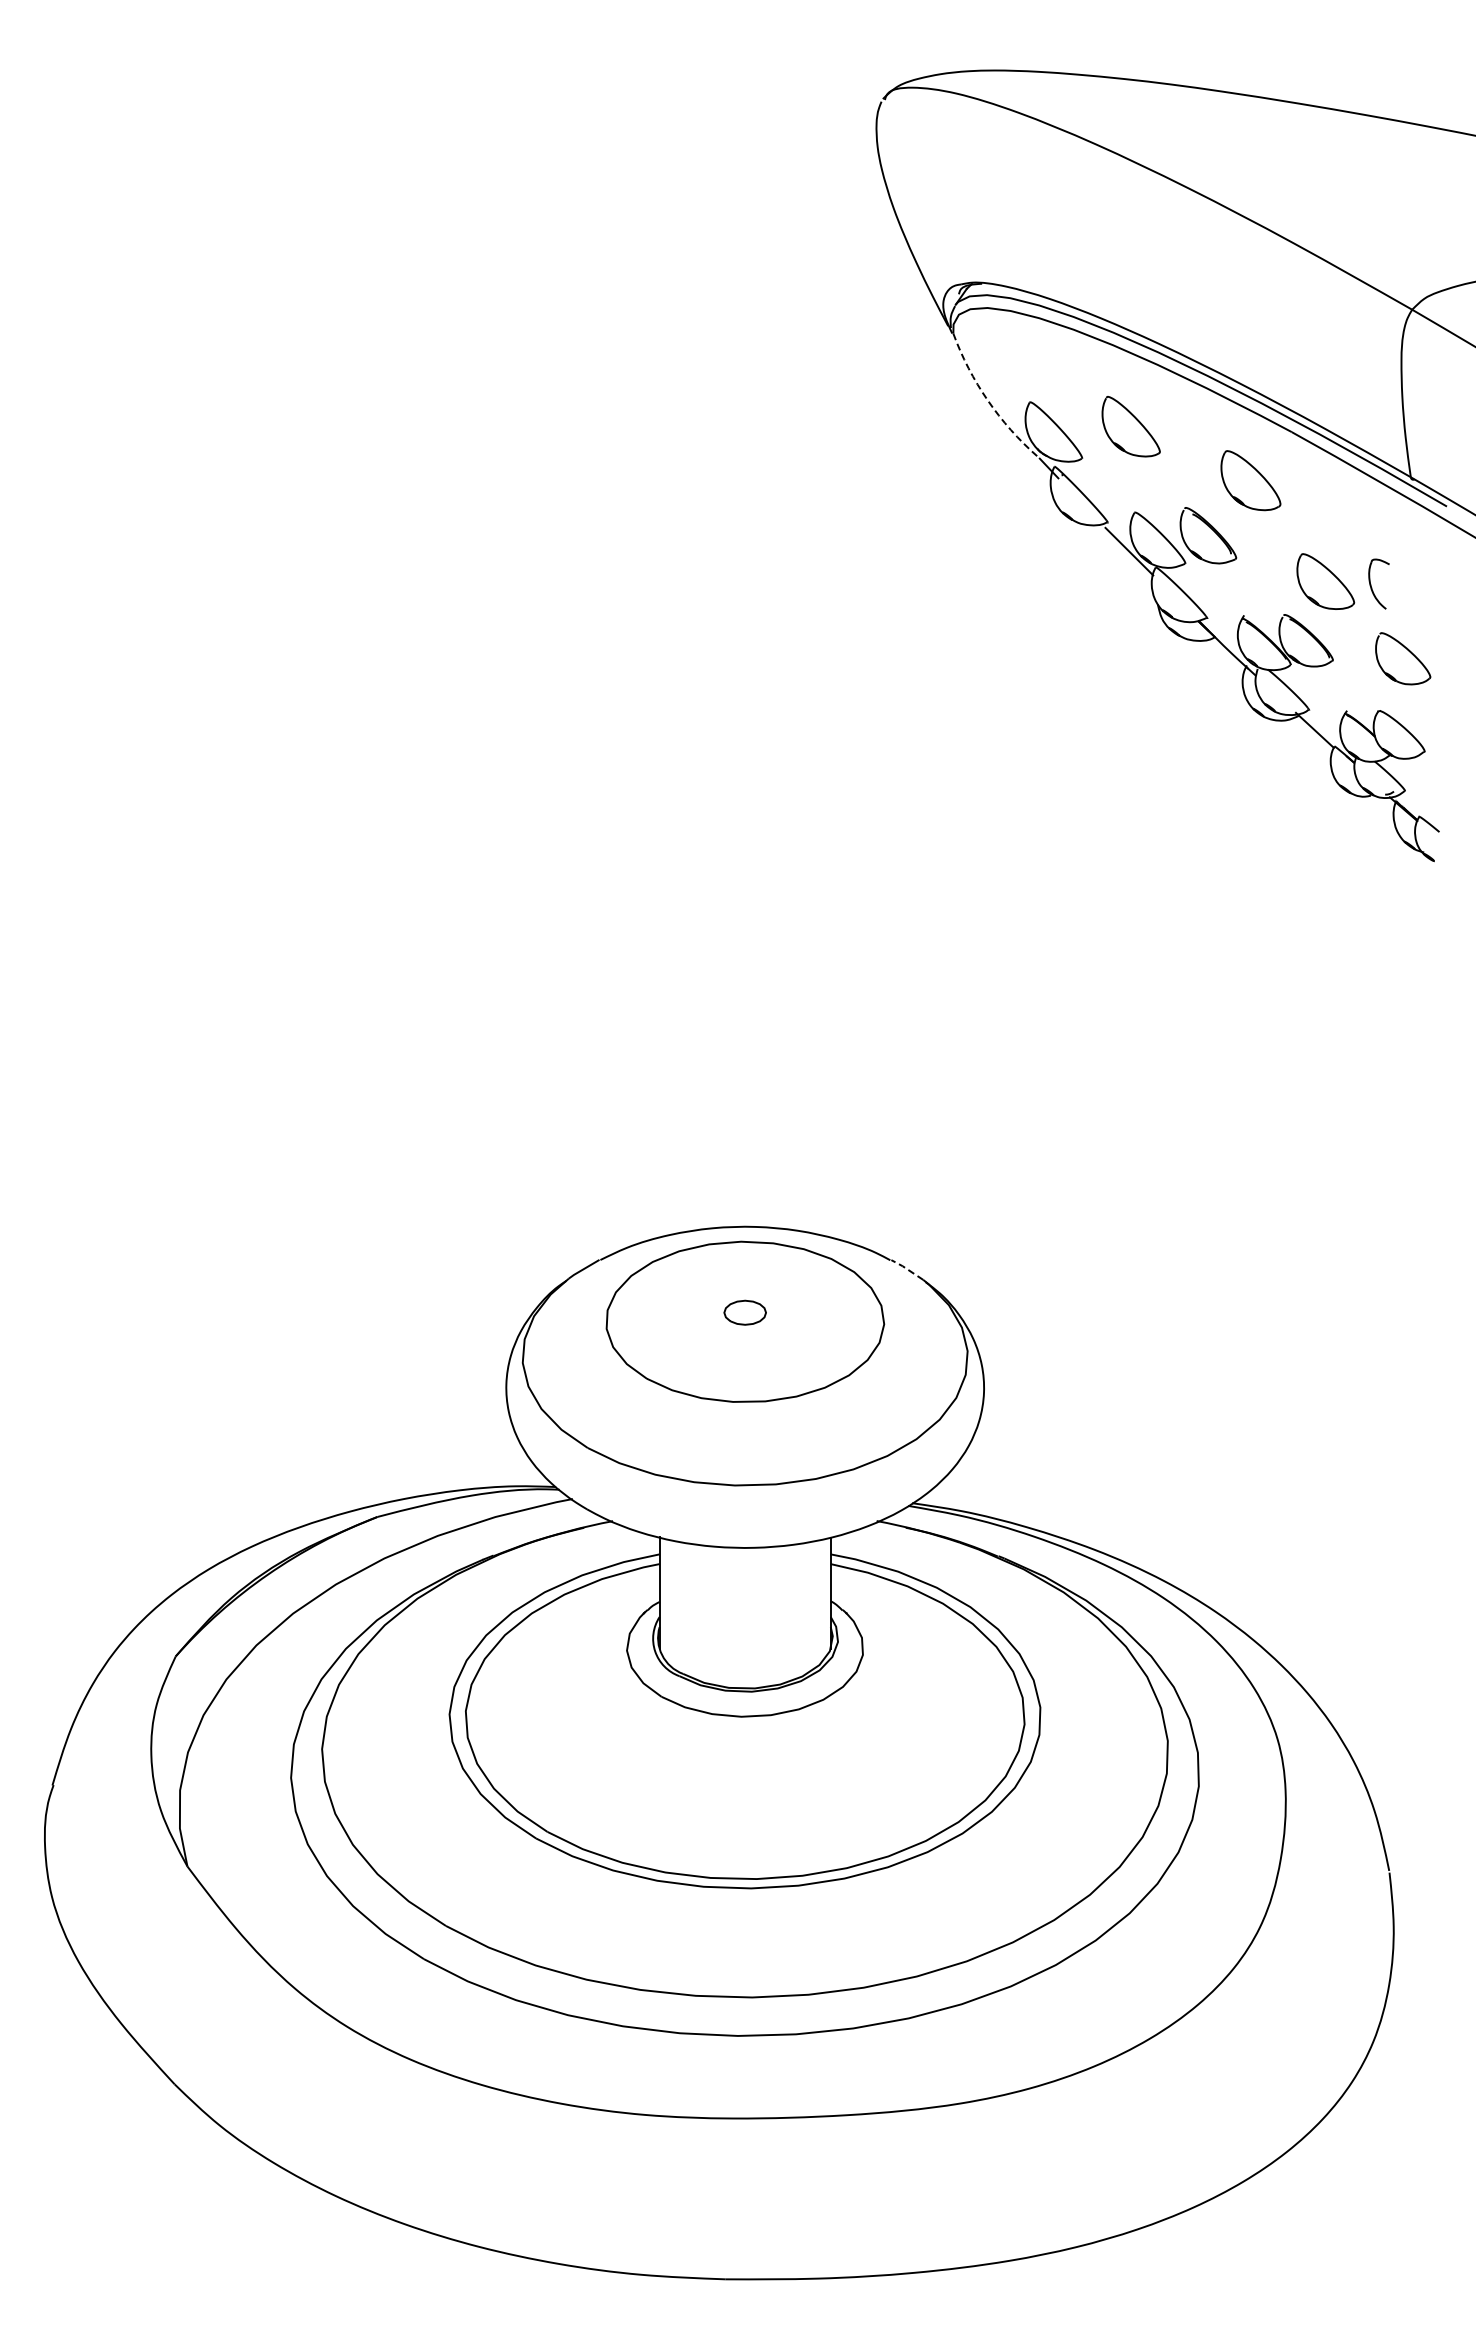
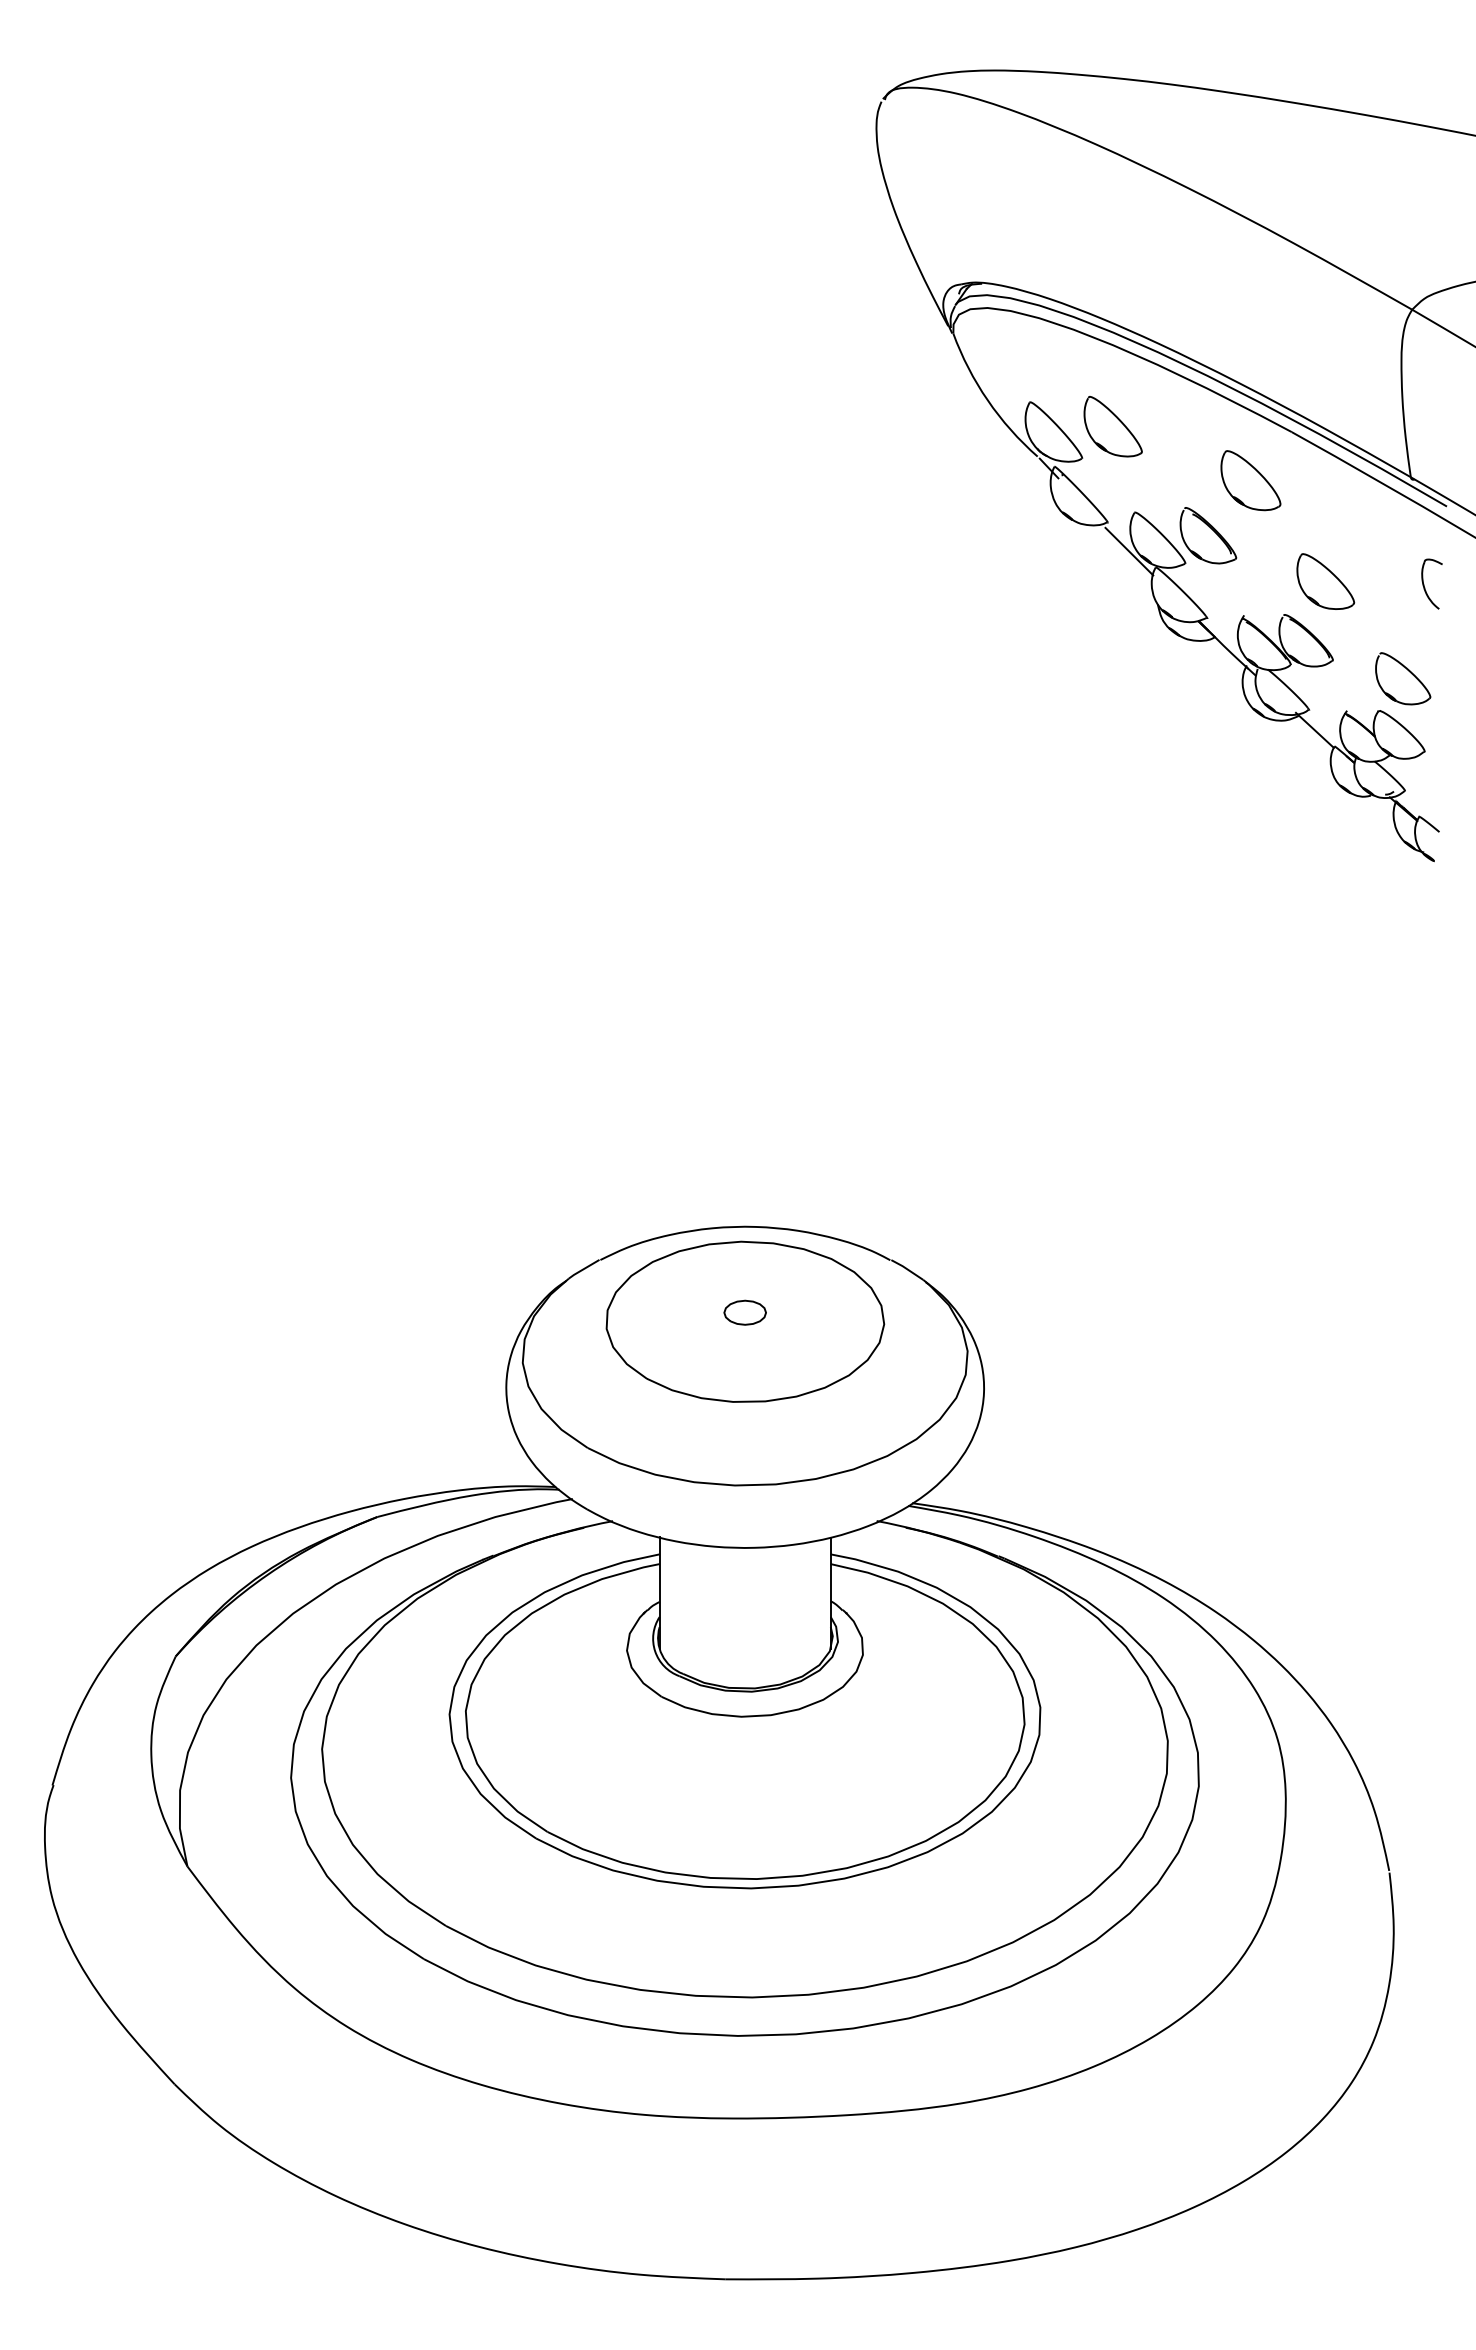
arc at (987, 400): dashed -> solid
part at (1130, 426) position: (1130, 426) -> (1112, 426)
part at (1371, 584) position: (1371, 584) -> (1424, 584)
part at (1403, 658) position: (1403, 658) -> (1403, 678)
line at (906, 1268): dashed -> solid
